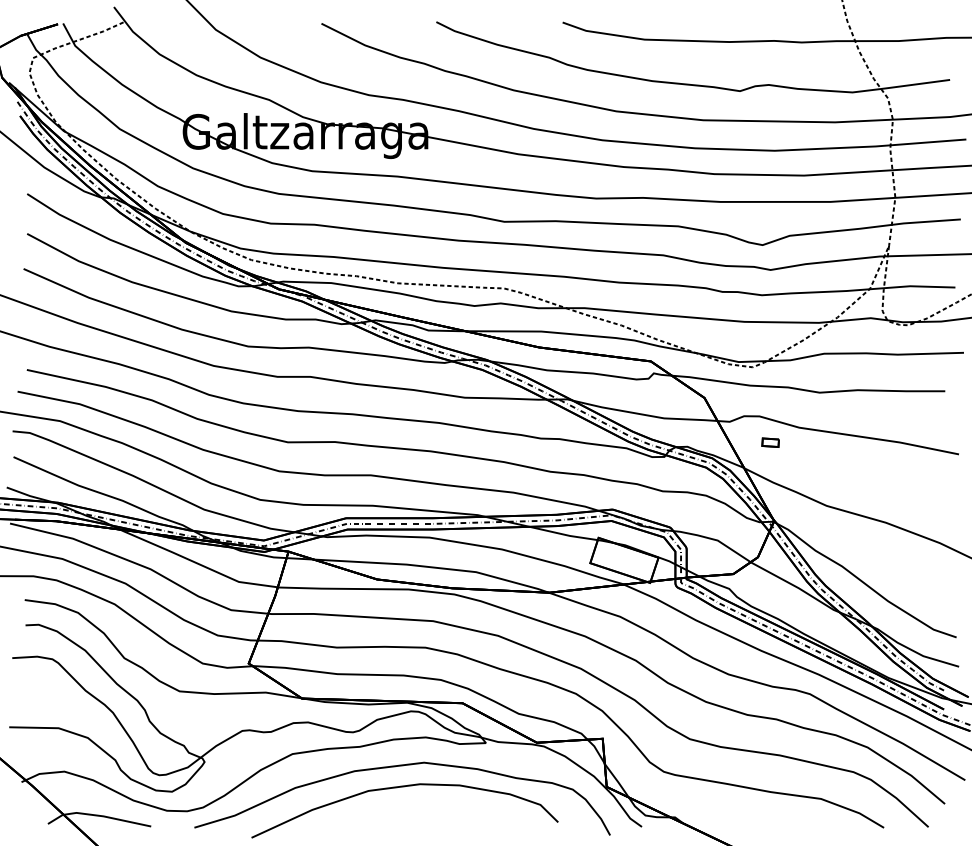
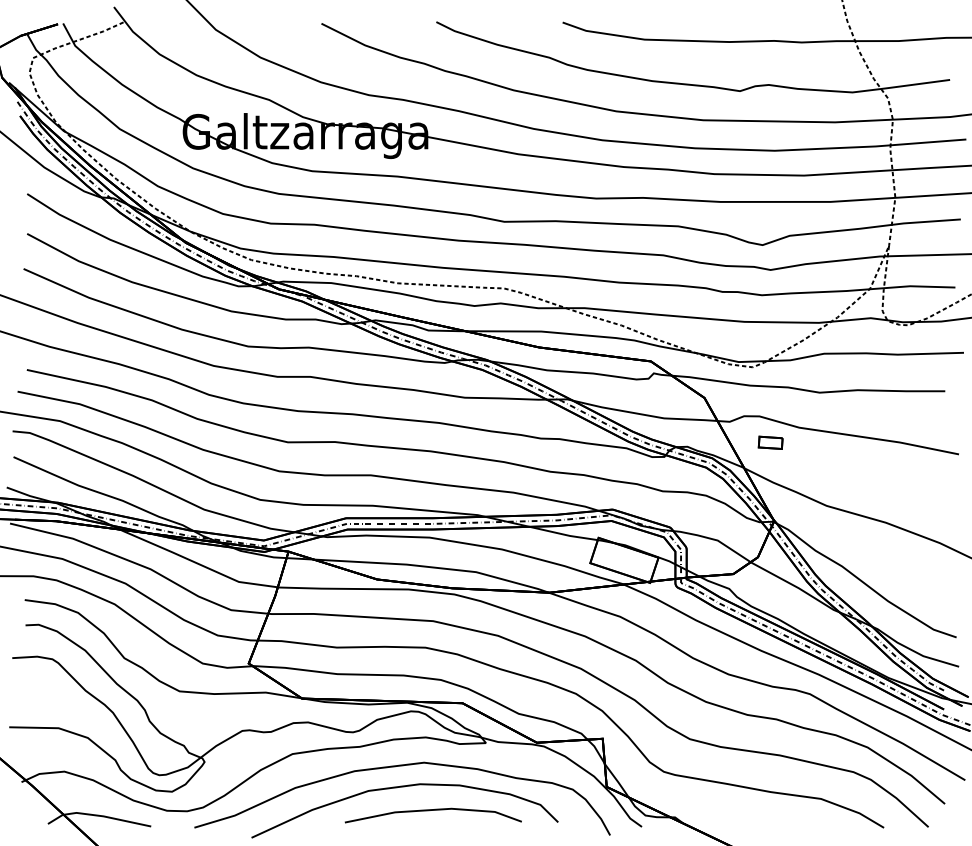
part at (770, 442) size: 19x11 px -> 27x15 px
line at (432, 810): none -> present
